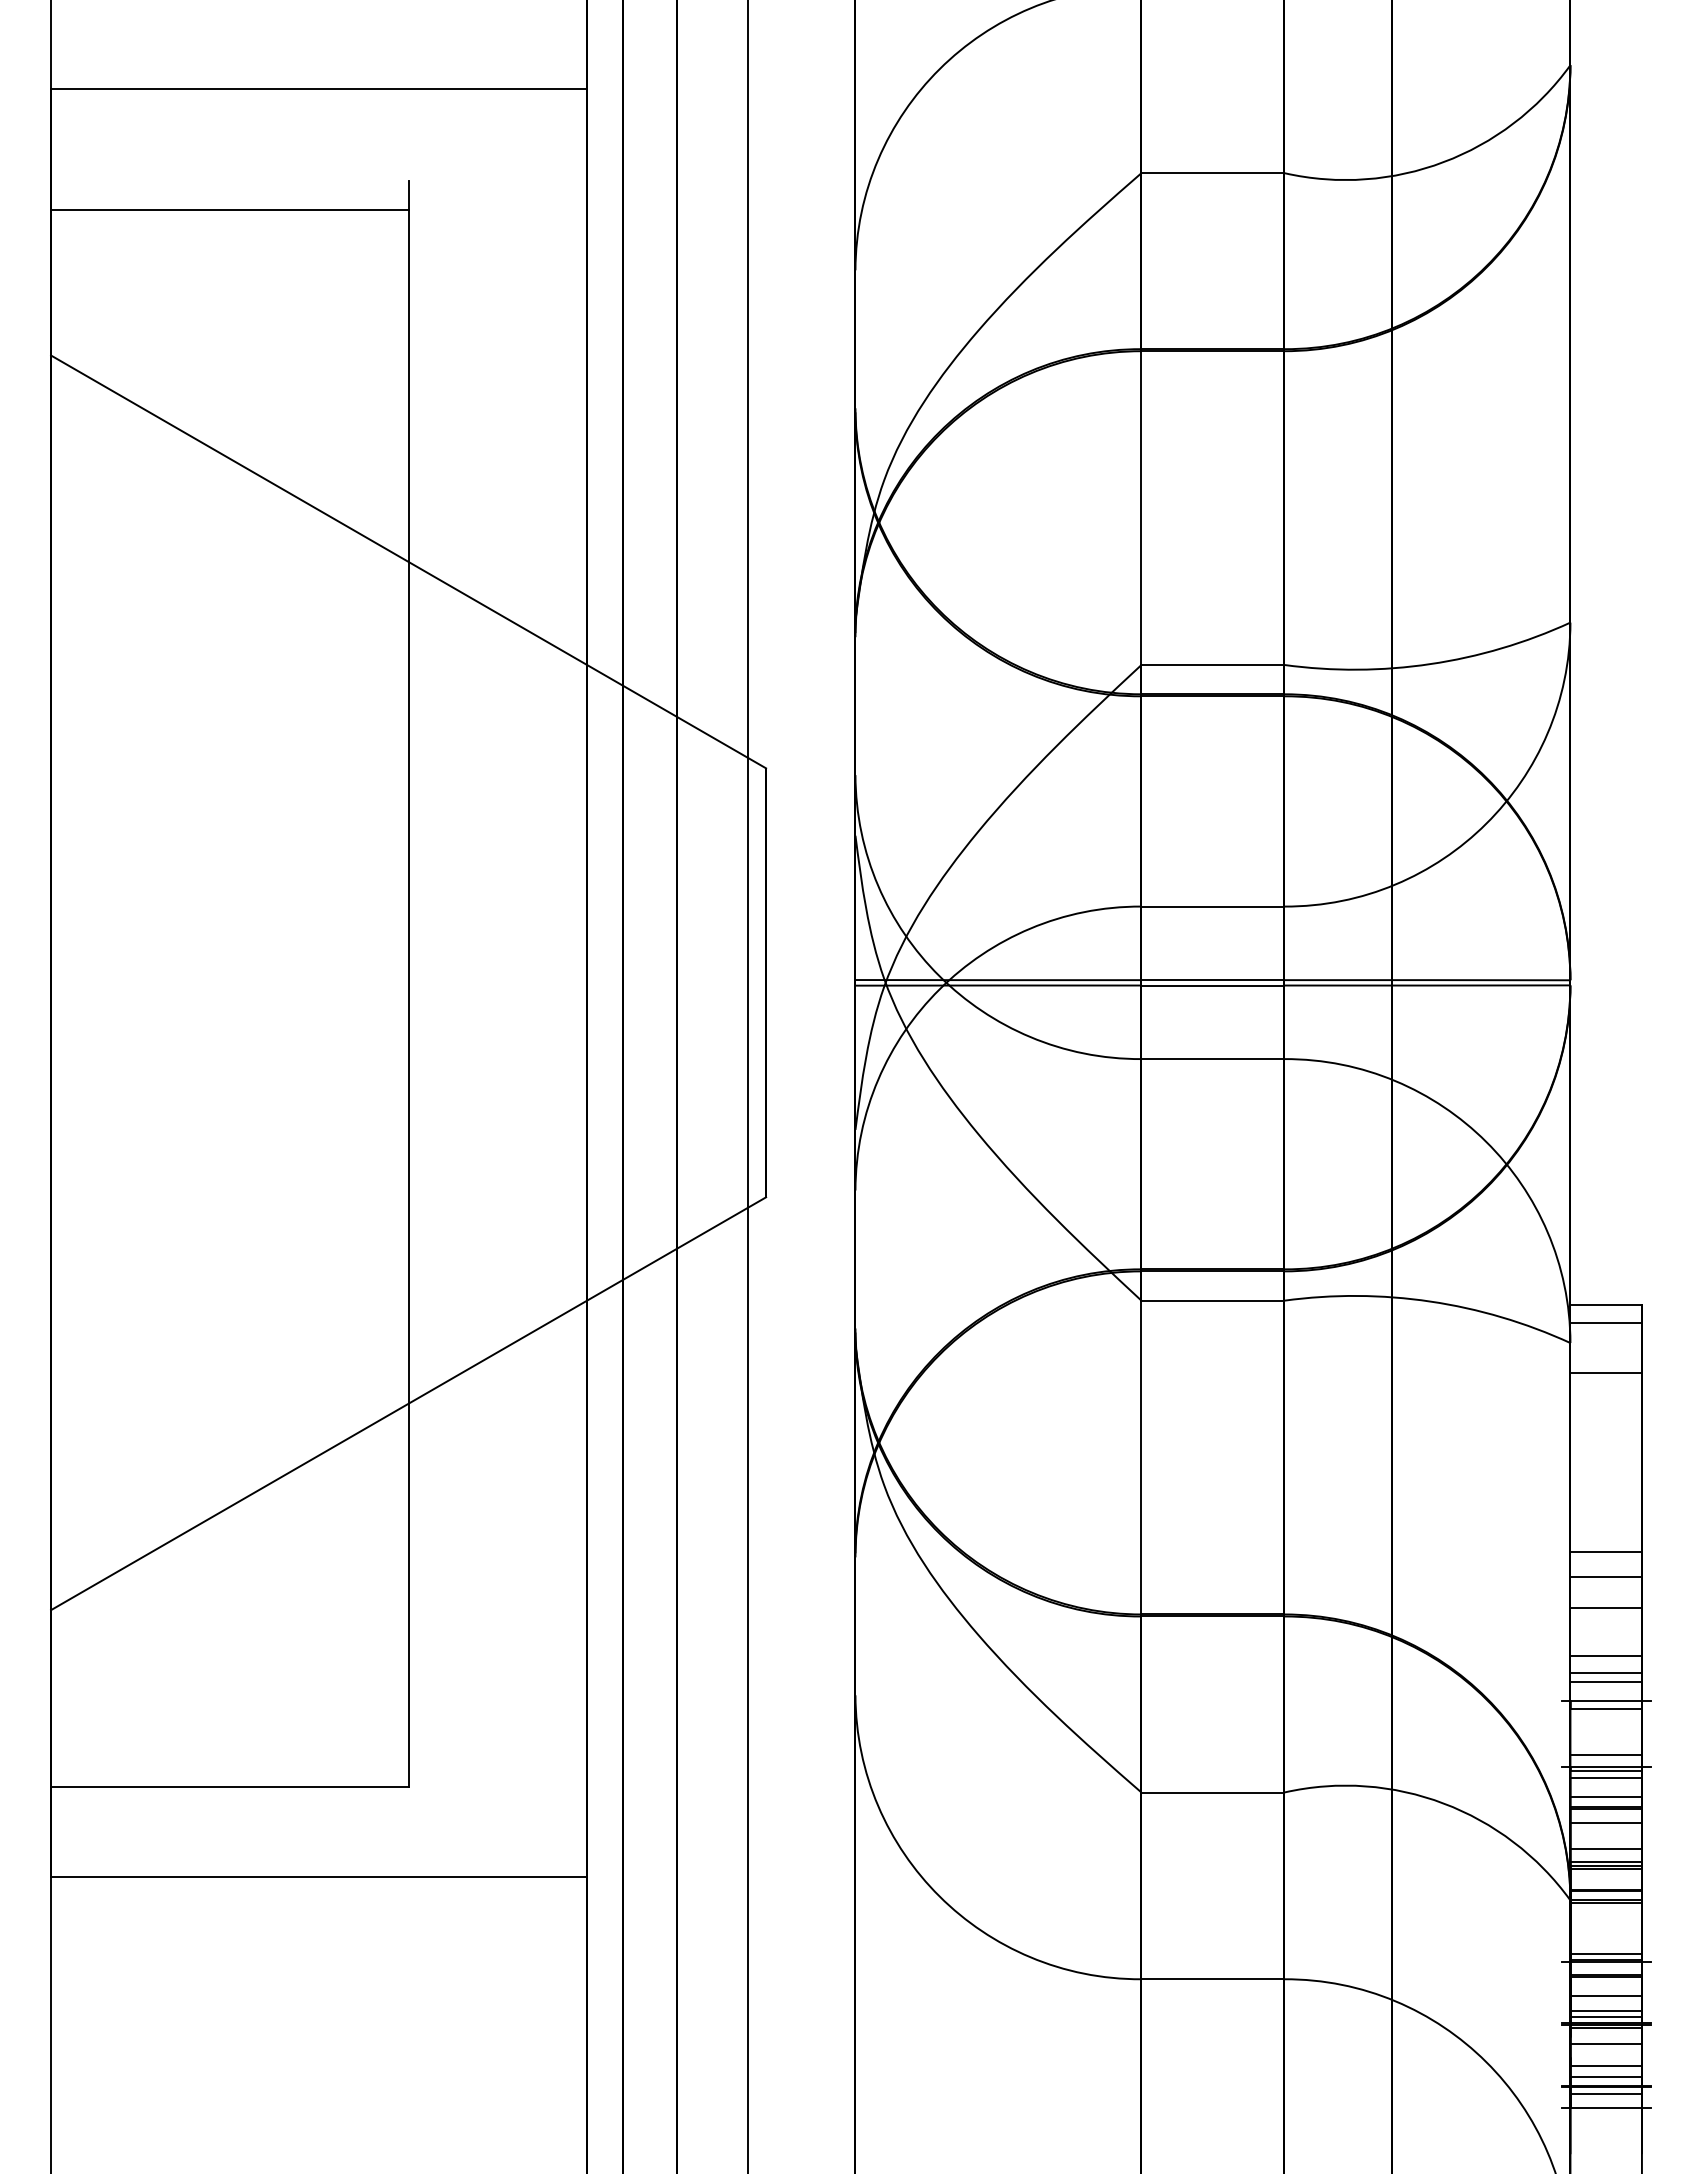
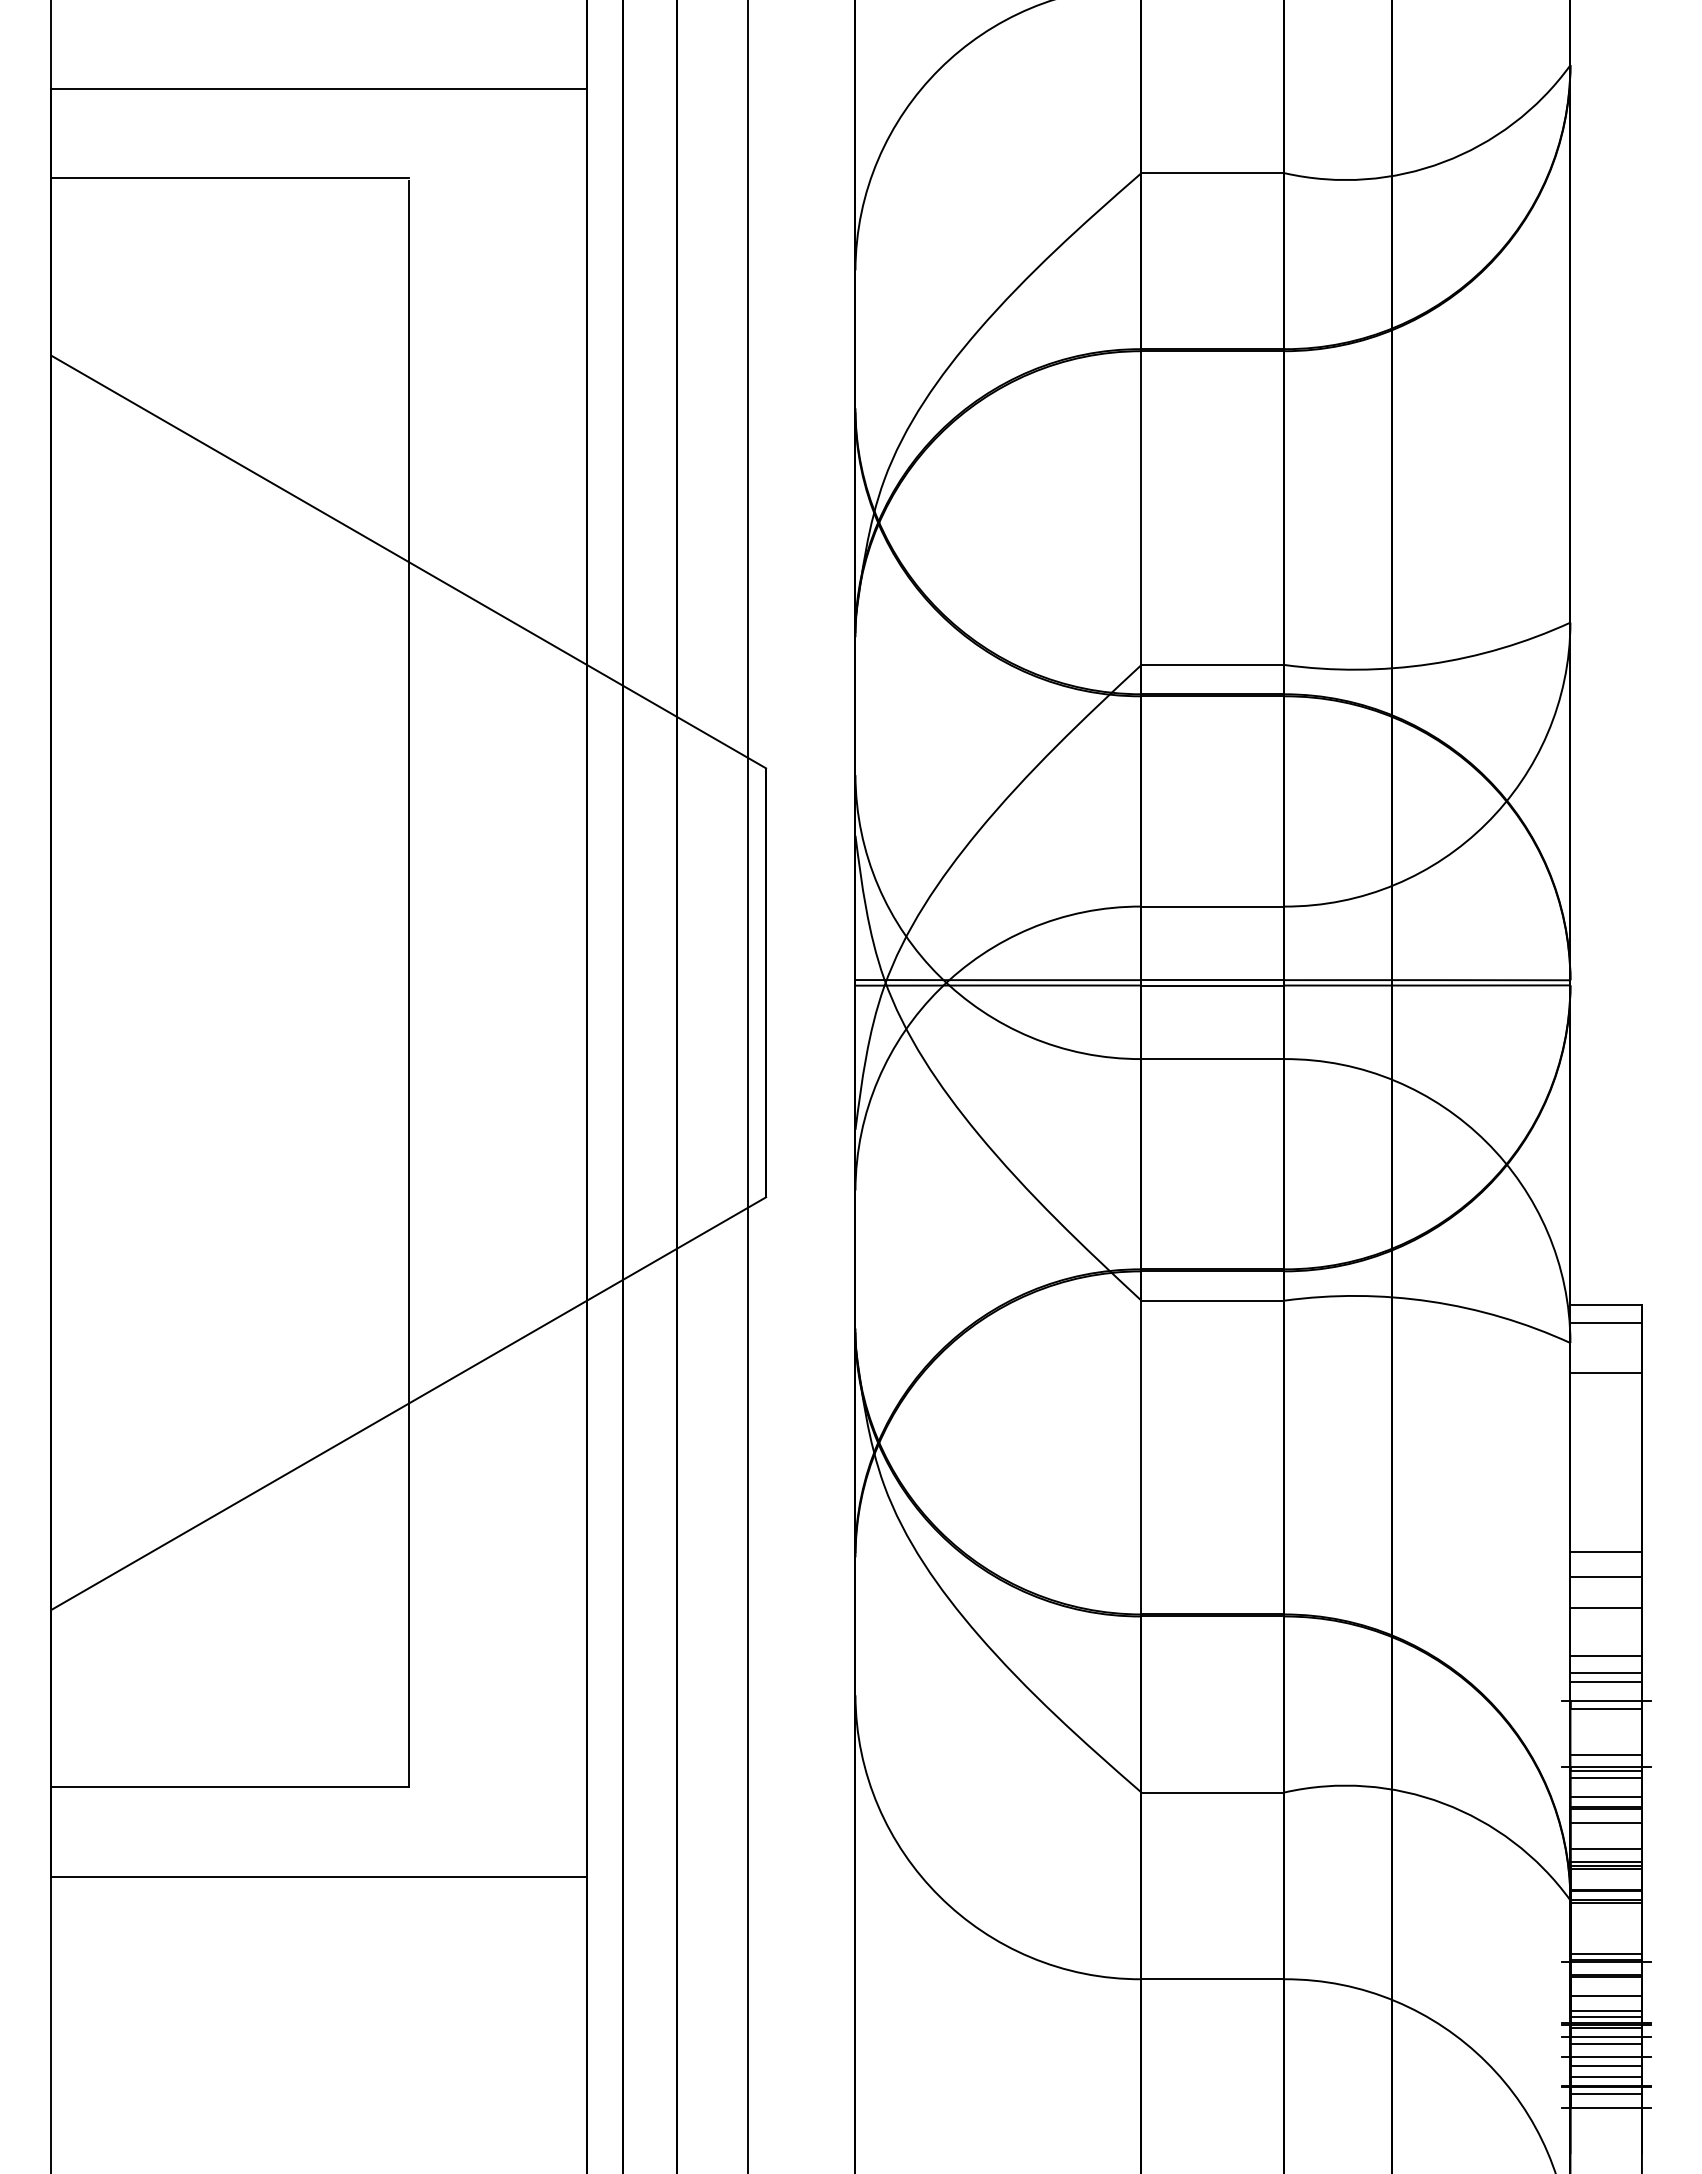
line at (229, 210) position: (229, 210) -> (229, 178)
line at (1605, 2037): none -> present
line at (1605, 2057): none -> present
